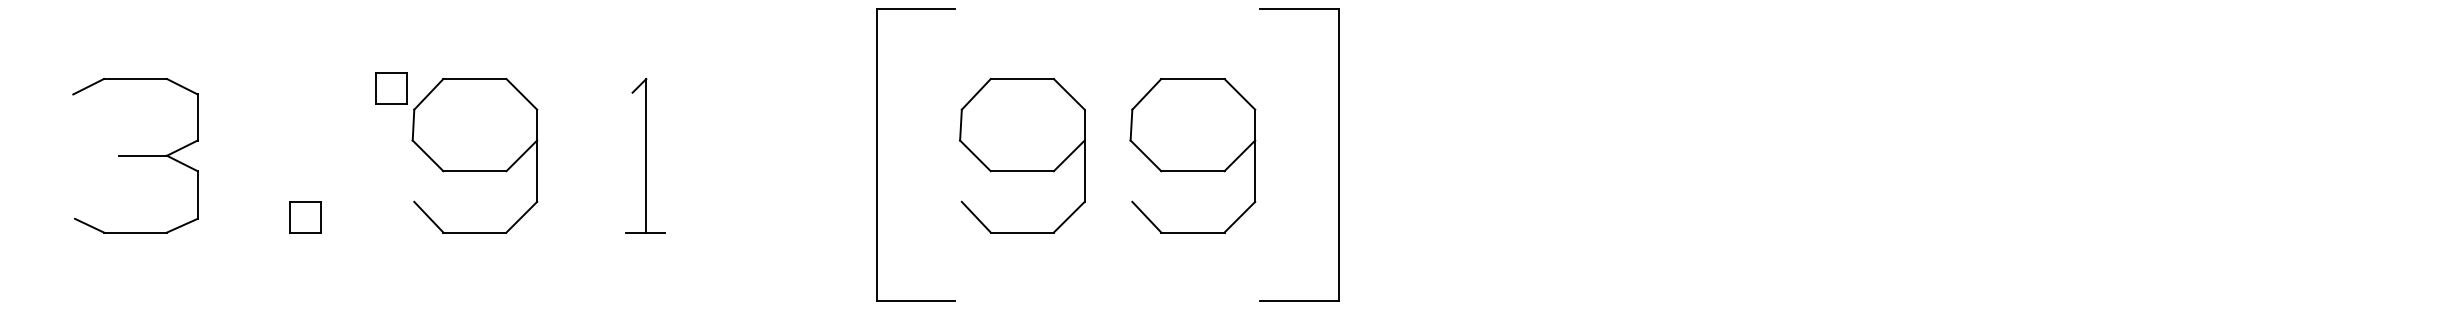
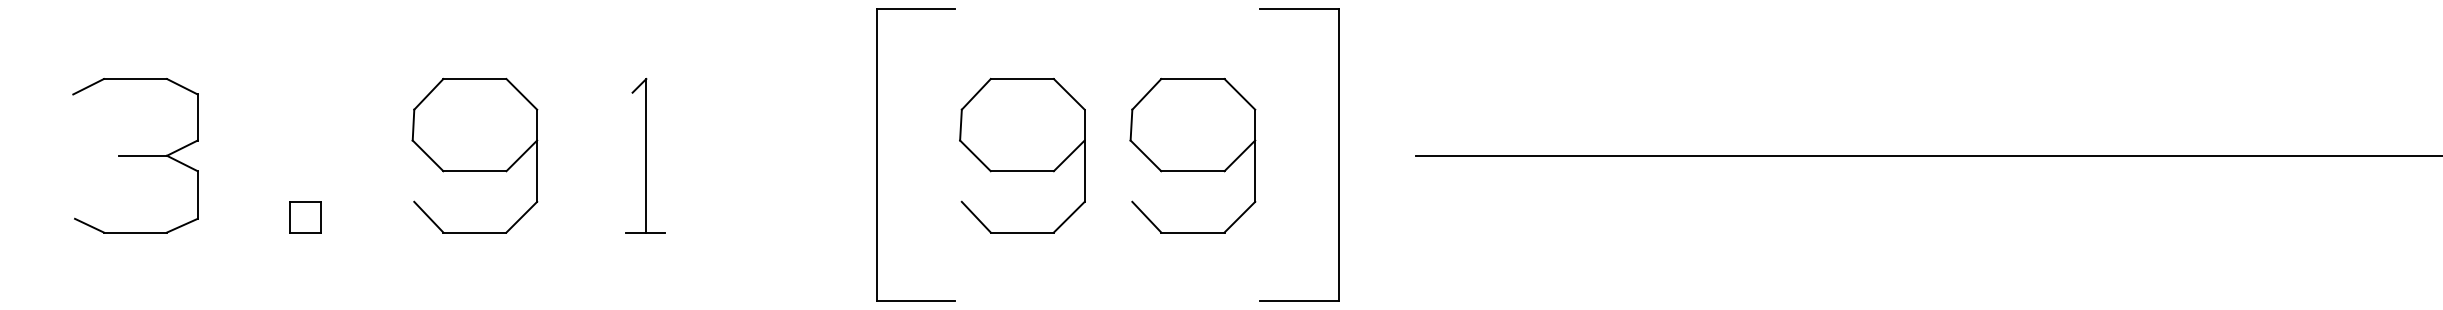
part at (391, 88): present -> none
line at (1927, 155): none -> present
